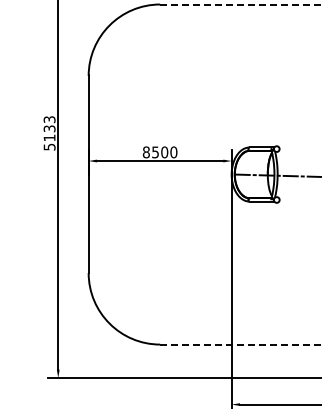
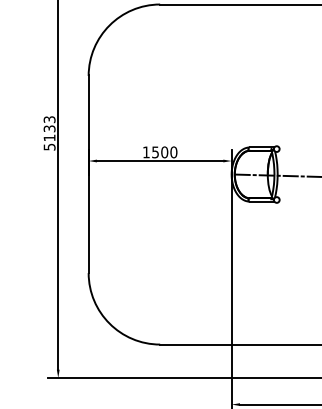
line at (240, 4): dashed -> solid
text at (145, 152): 8500 -> 1500
line at (240, 344): dashed -> solid
